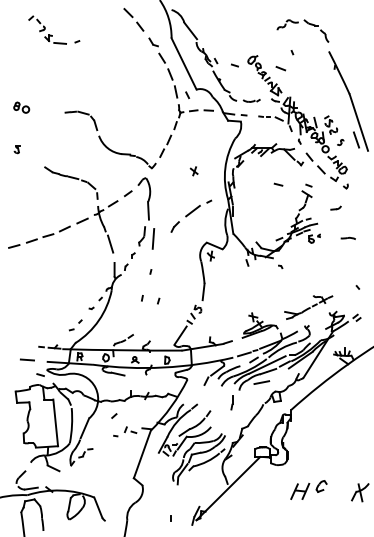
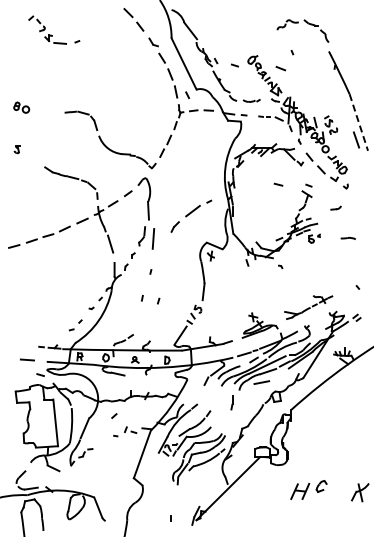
line at (358, 122): solid -> dashed
part at (340, 142): present -> none
part at (193, 171): present -> none
